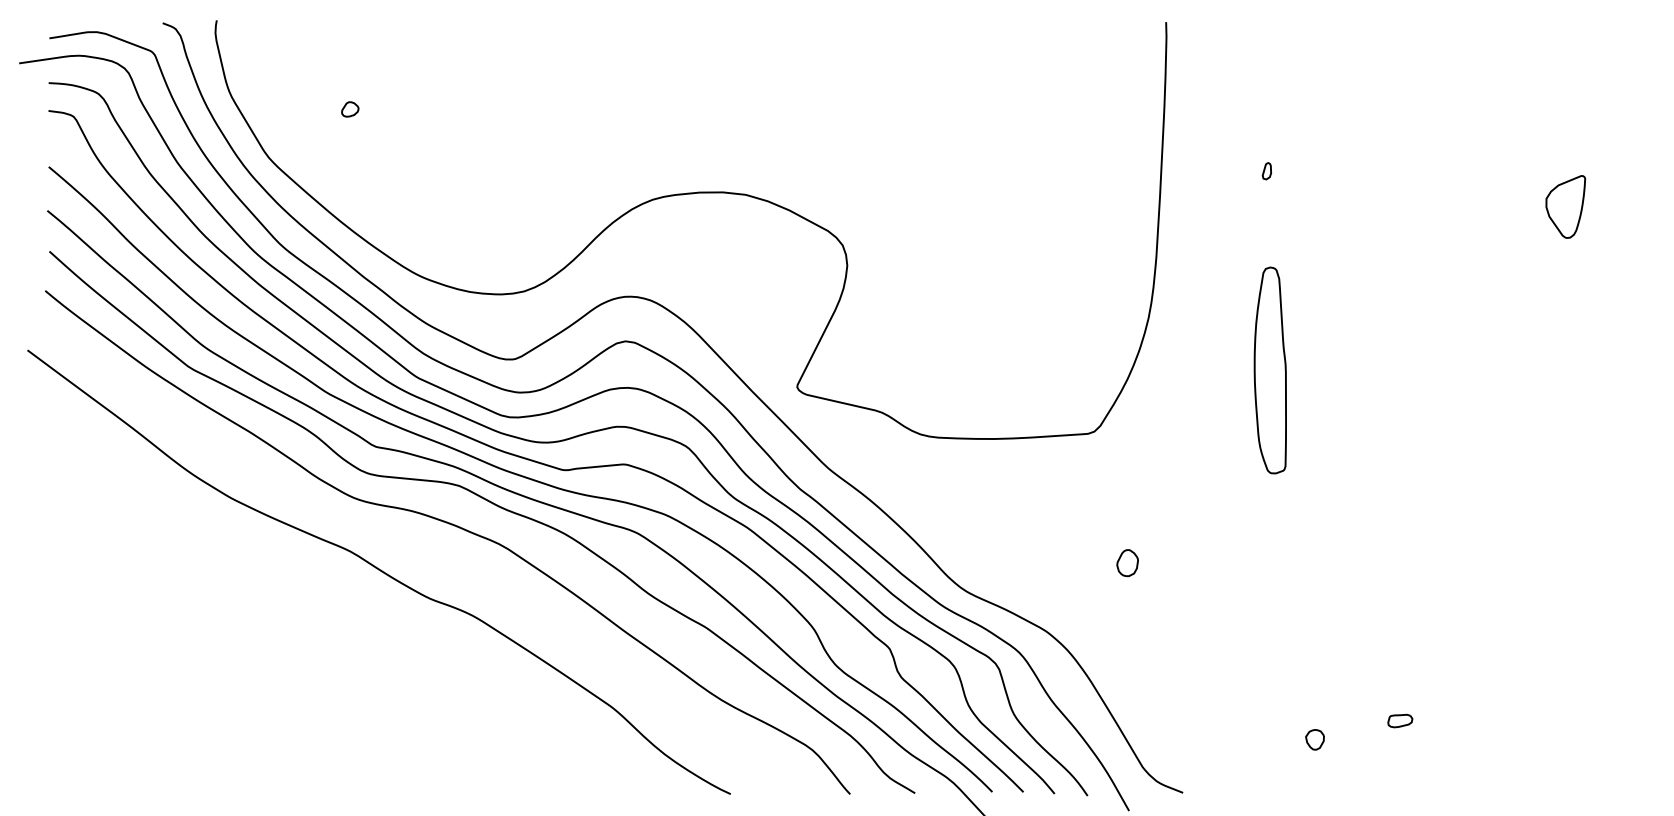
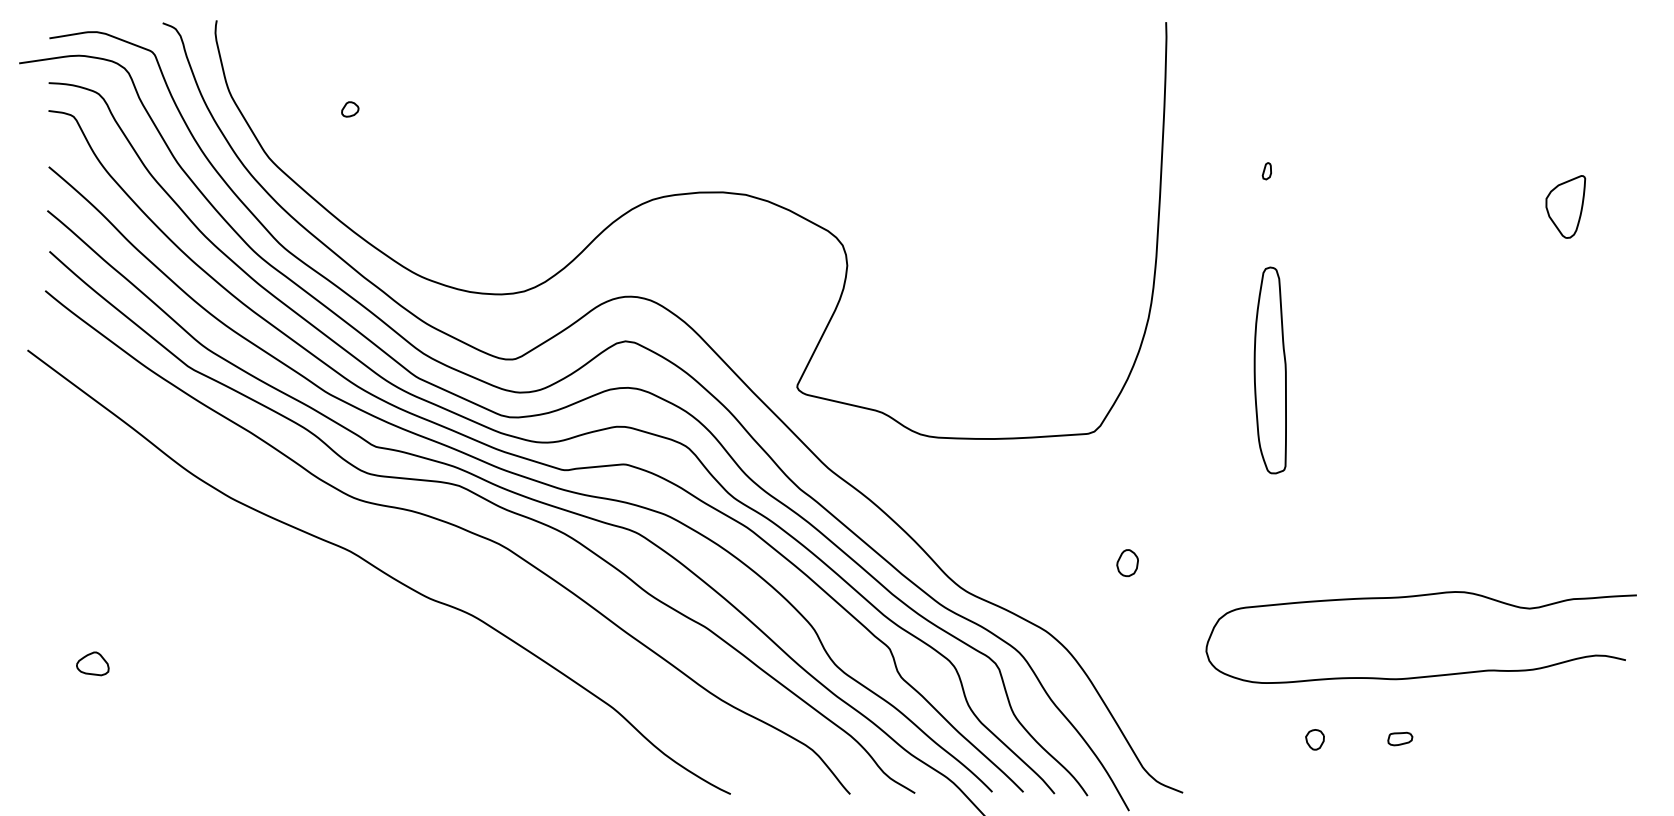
part at (92, 663): none -> present
curve at (1426, 675): none -> present
part at (1400, 720) position: (1400, 720) -> (1400, 738)
